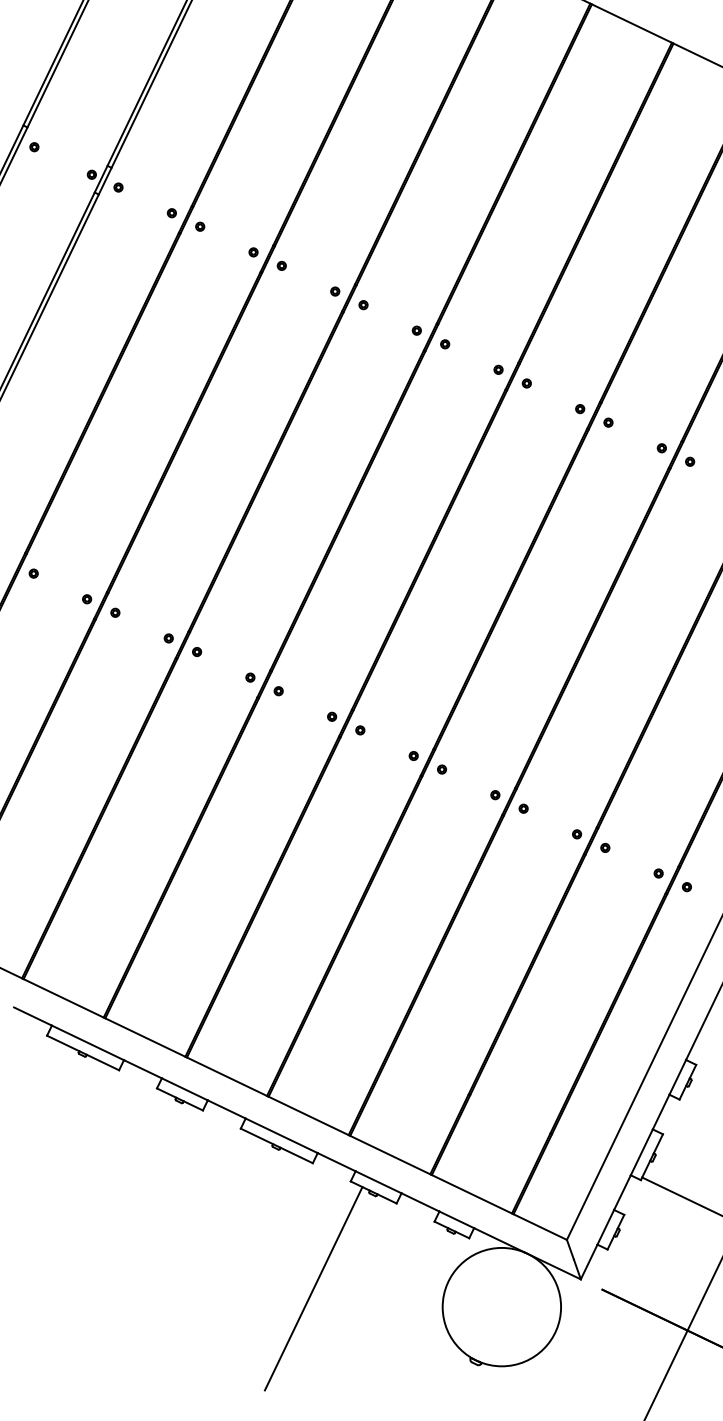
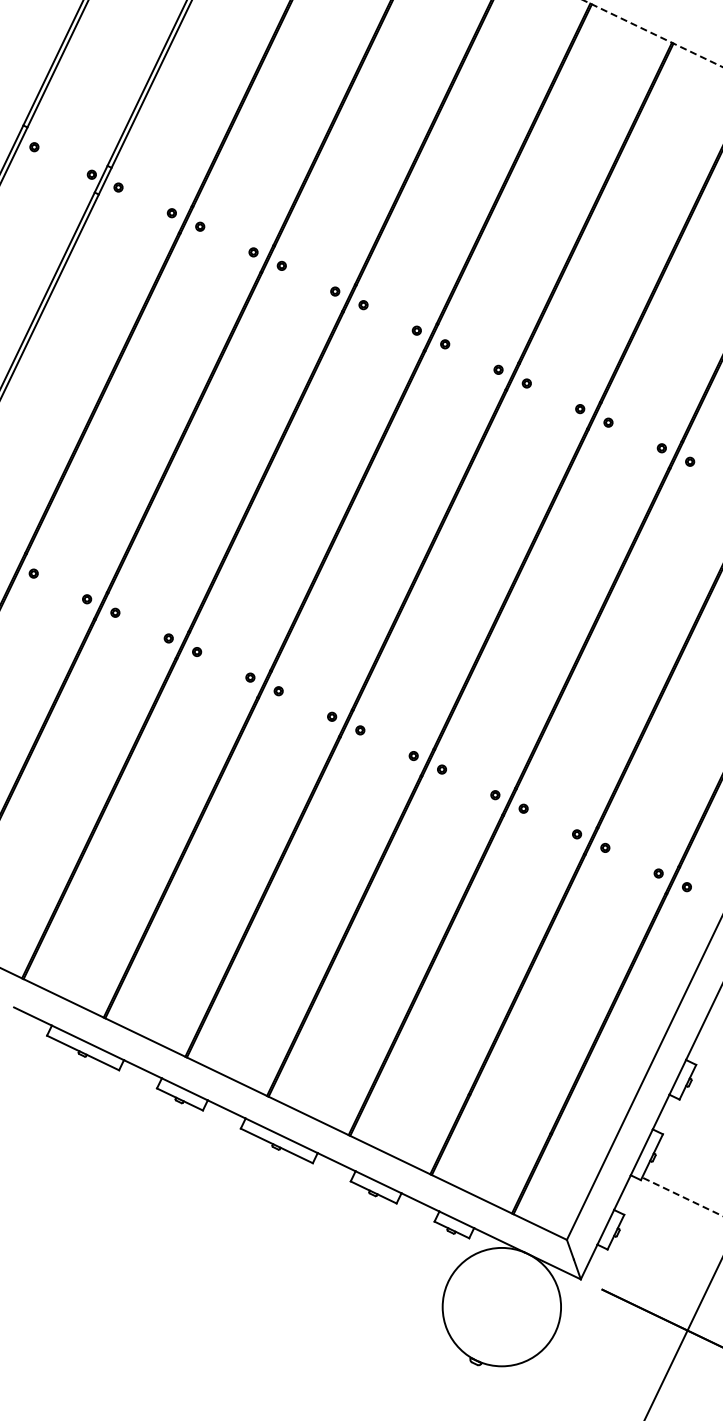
line at (652, 33): solid -> dashed
line at (682, 1196): solid -> dashed
line at (313, 1288): present -> none
